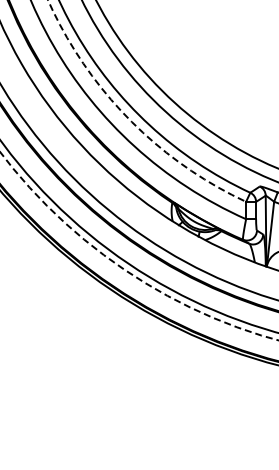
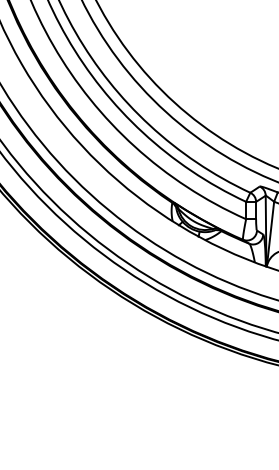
arc at (127, 117): dashed -> solid
circle at (139, 245): dashed -> solid
